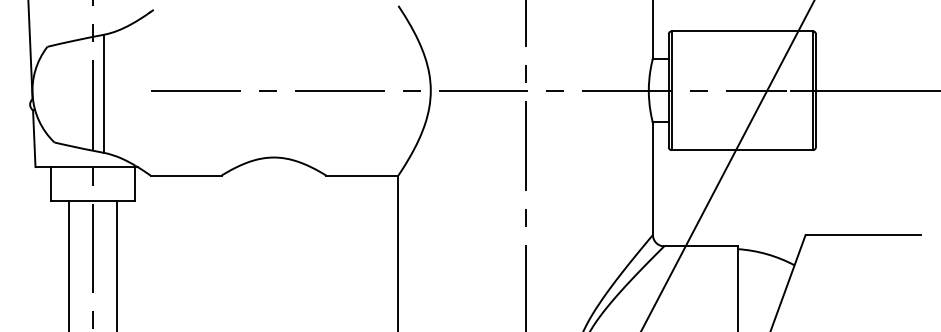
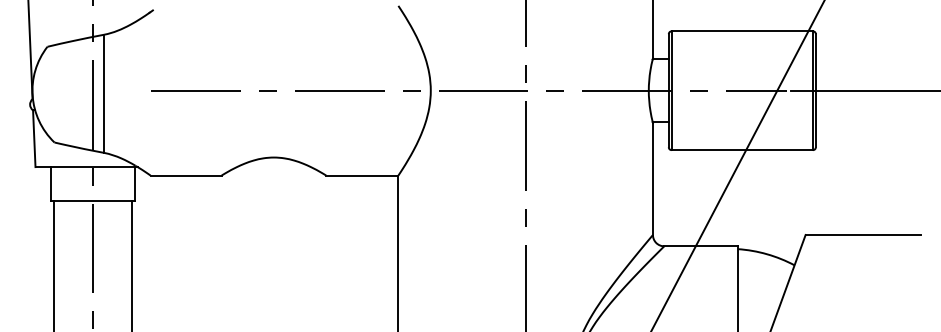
line at (727, 165) position: (727, 165) -> (737, 165)
line at (68, 264) position: (68, 264) -> (53, 264)
line at (116, 264) position: (116, 264) -> (131, 264)
